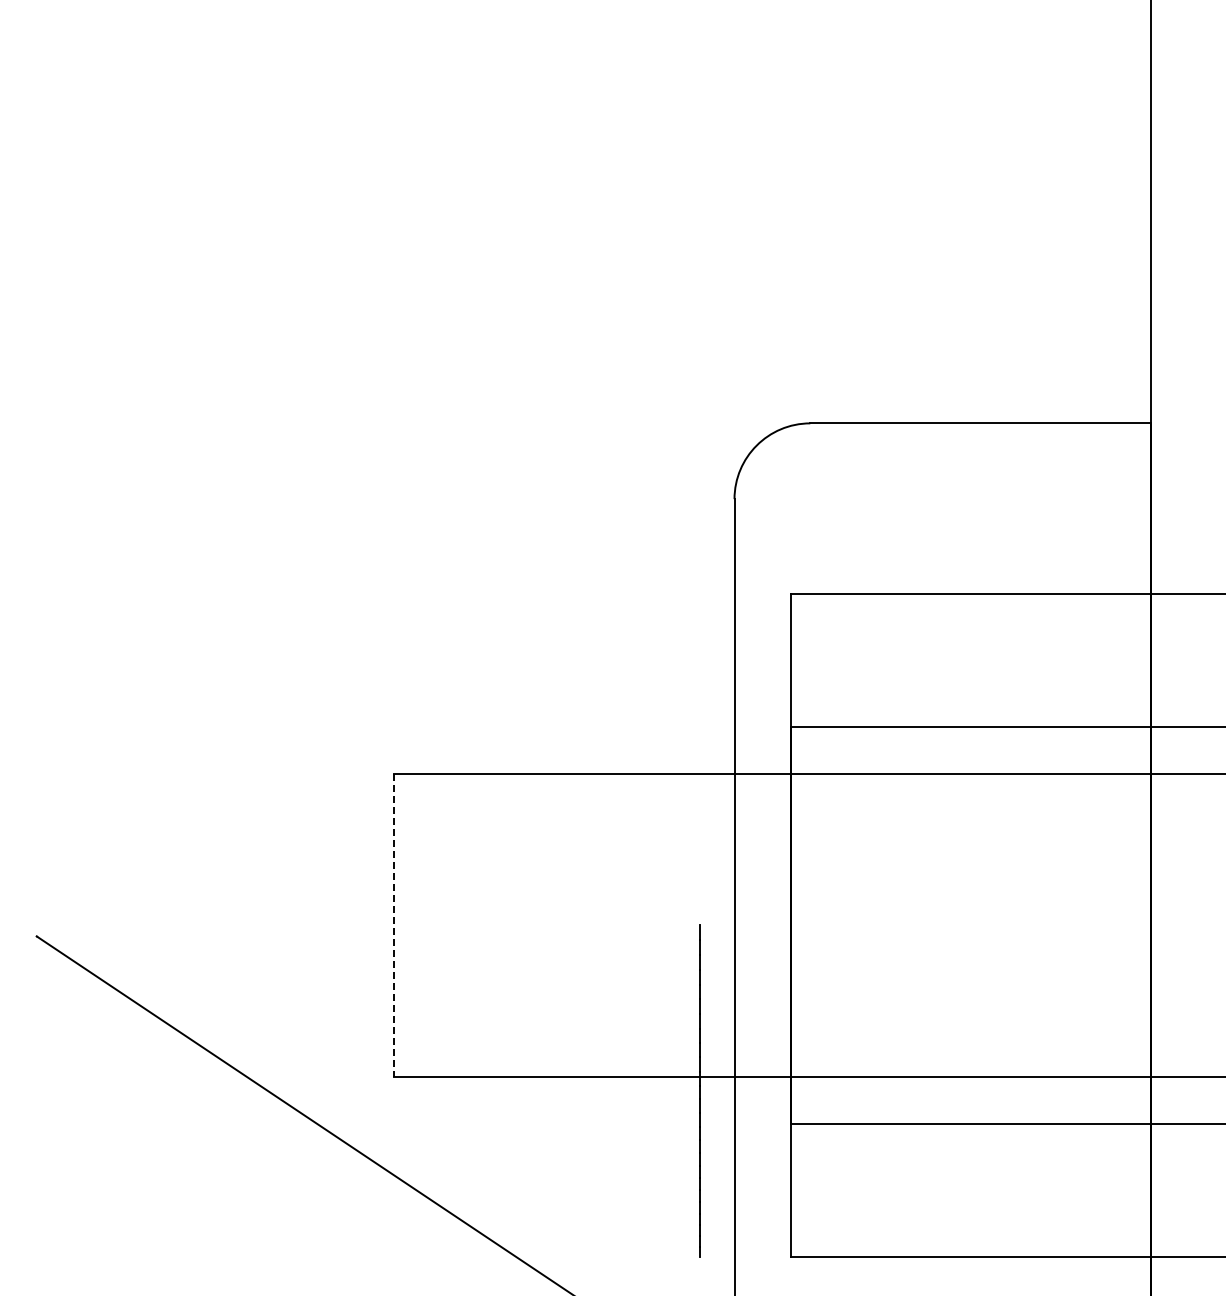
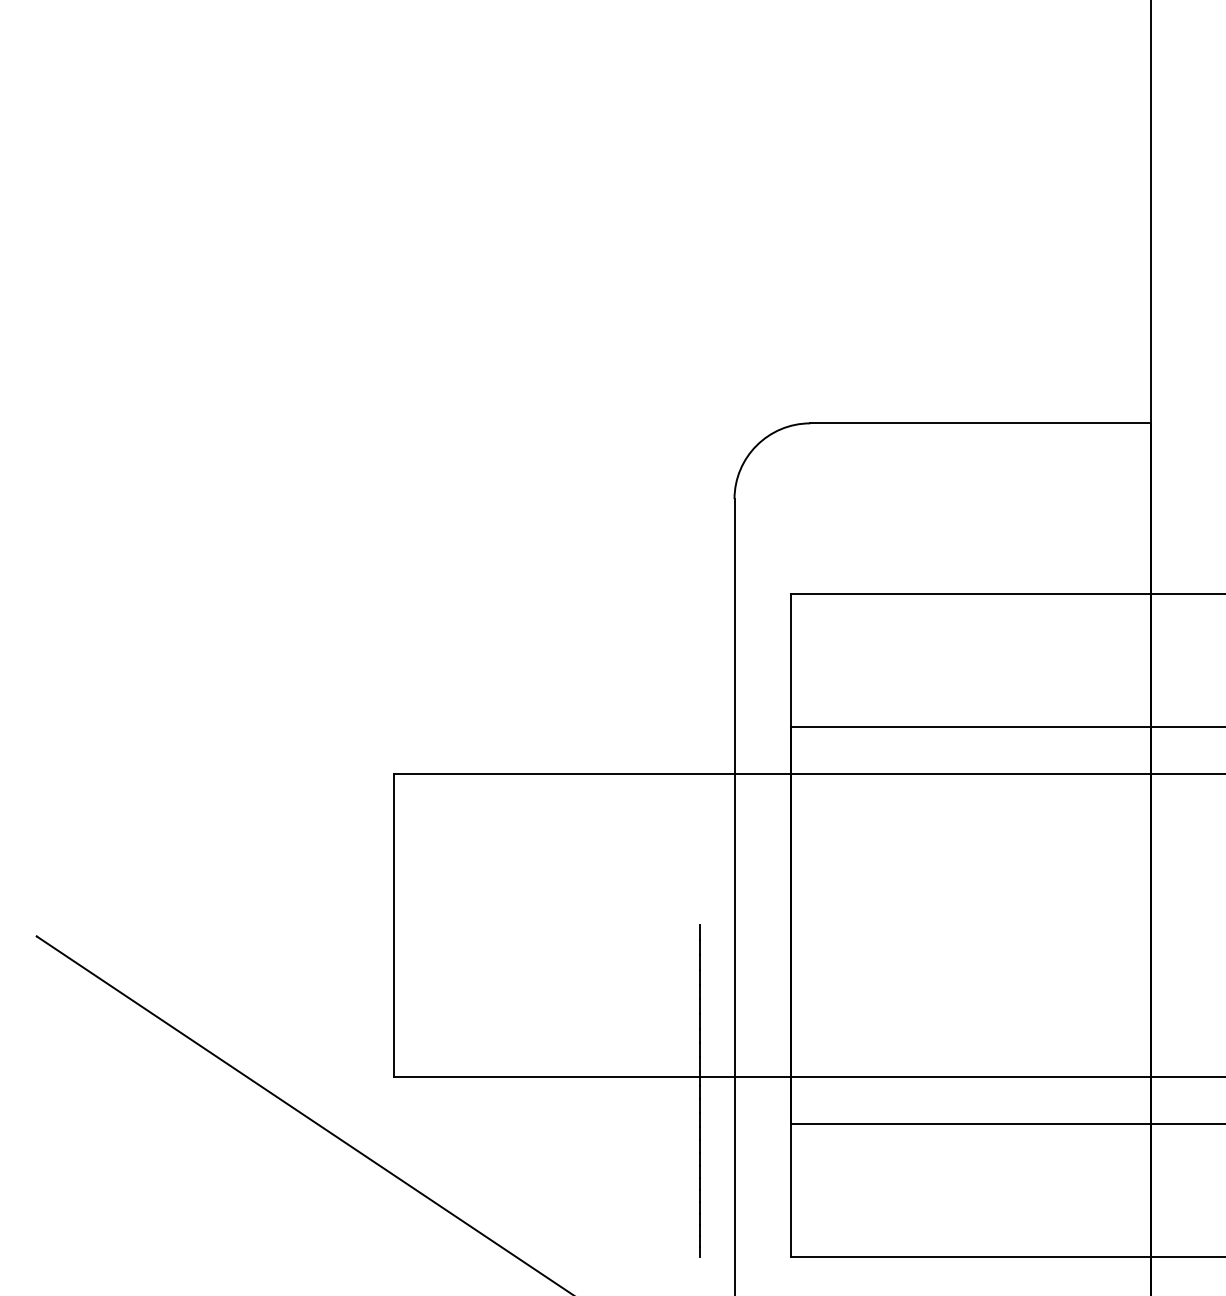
line at (393, 925): dashed -> solid
